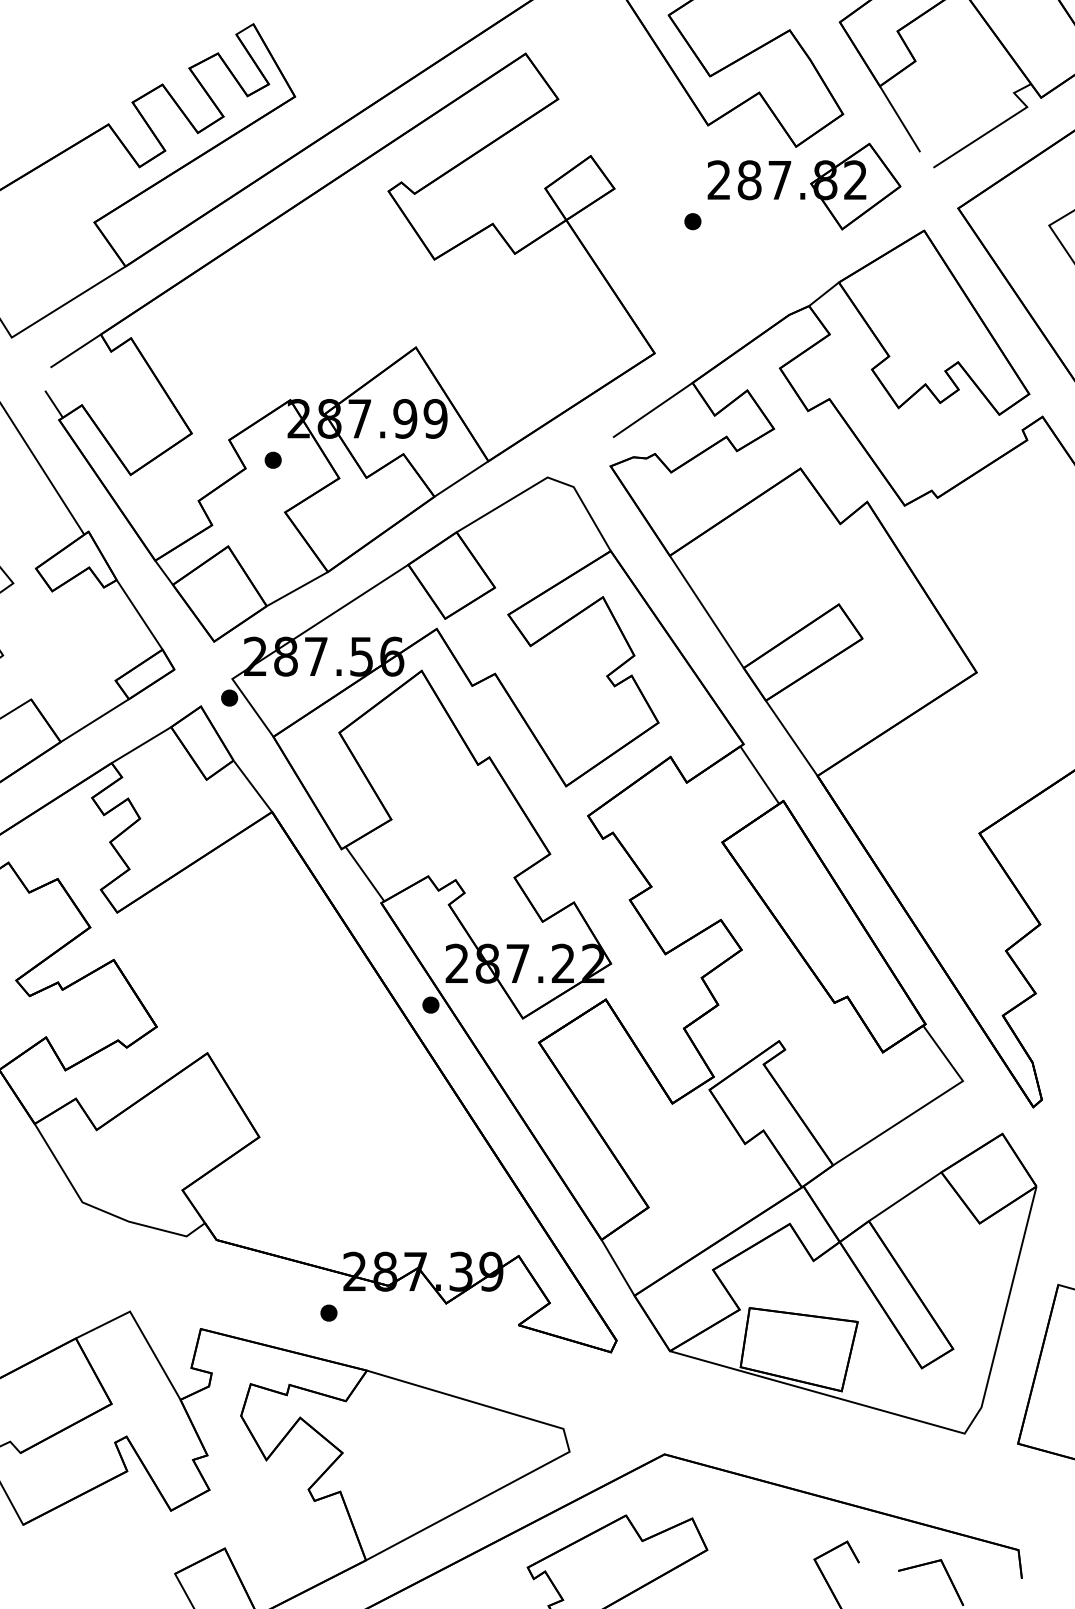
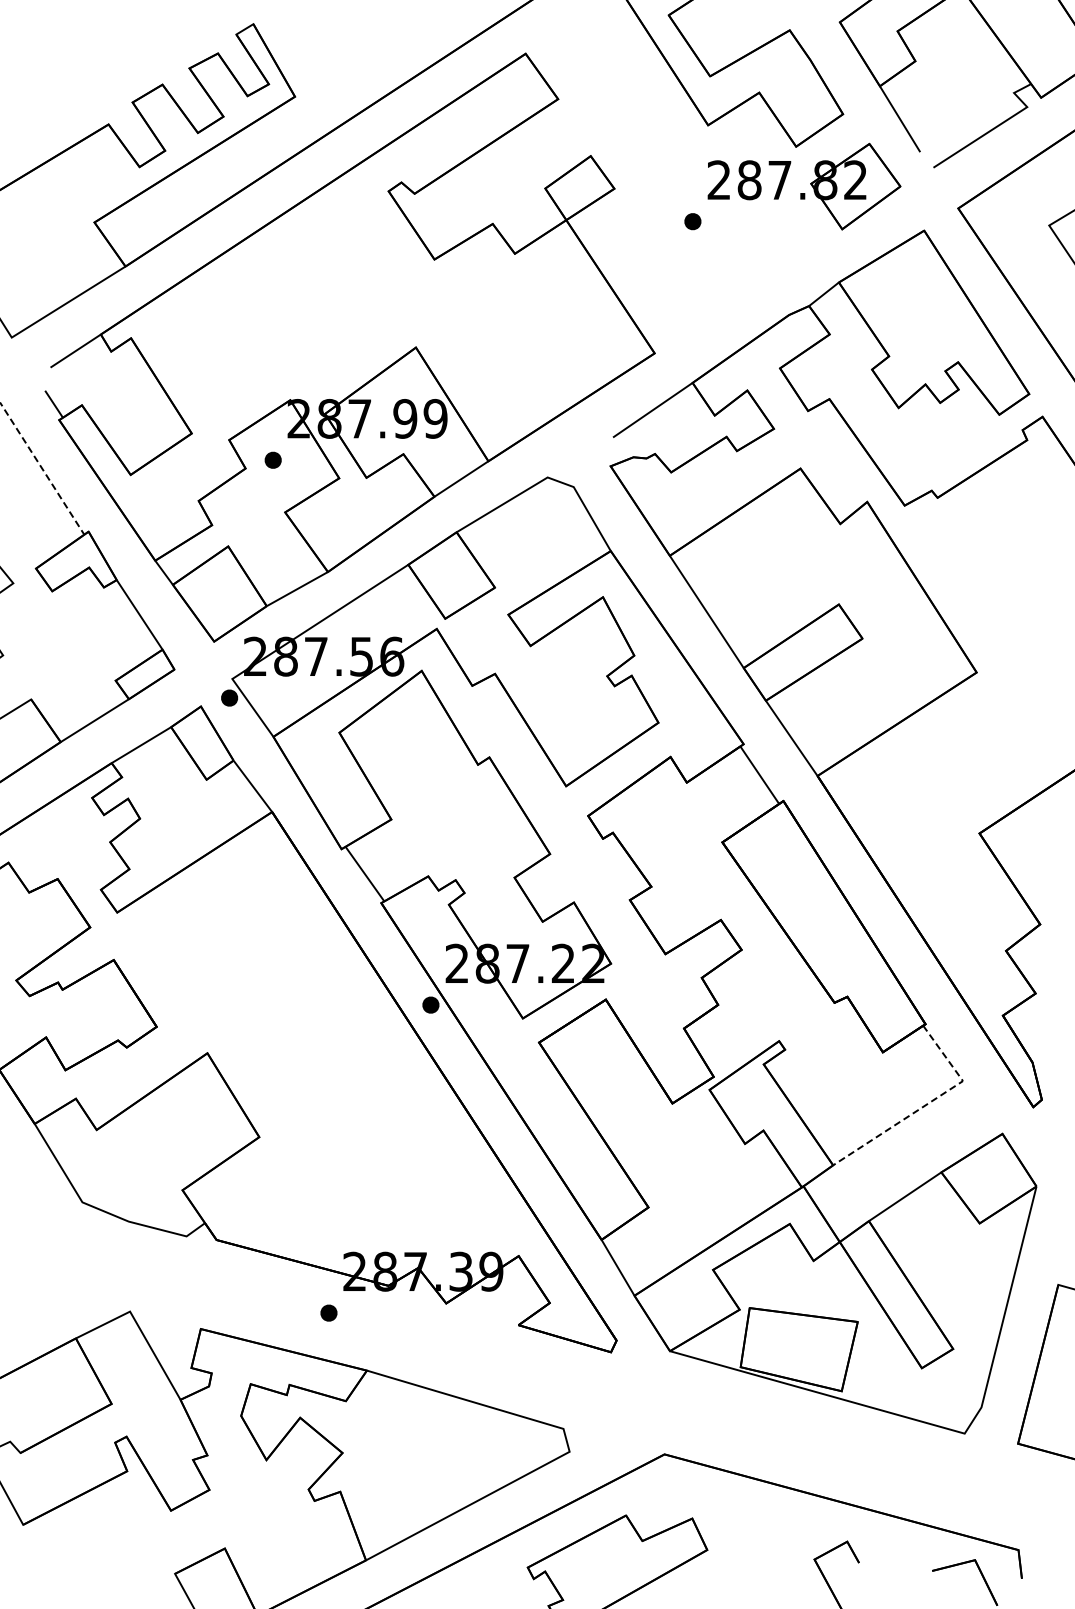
line at (41, 468): solid -> dashed
line at (926, 1104): solid -> dashed
part at (947, 1575) position: (947, 1575) -> (981, 1575)
